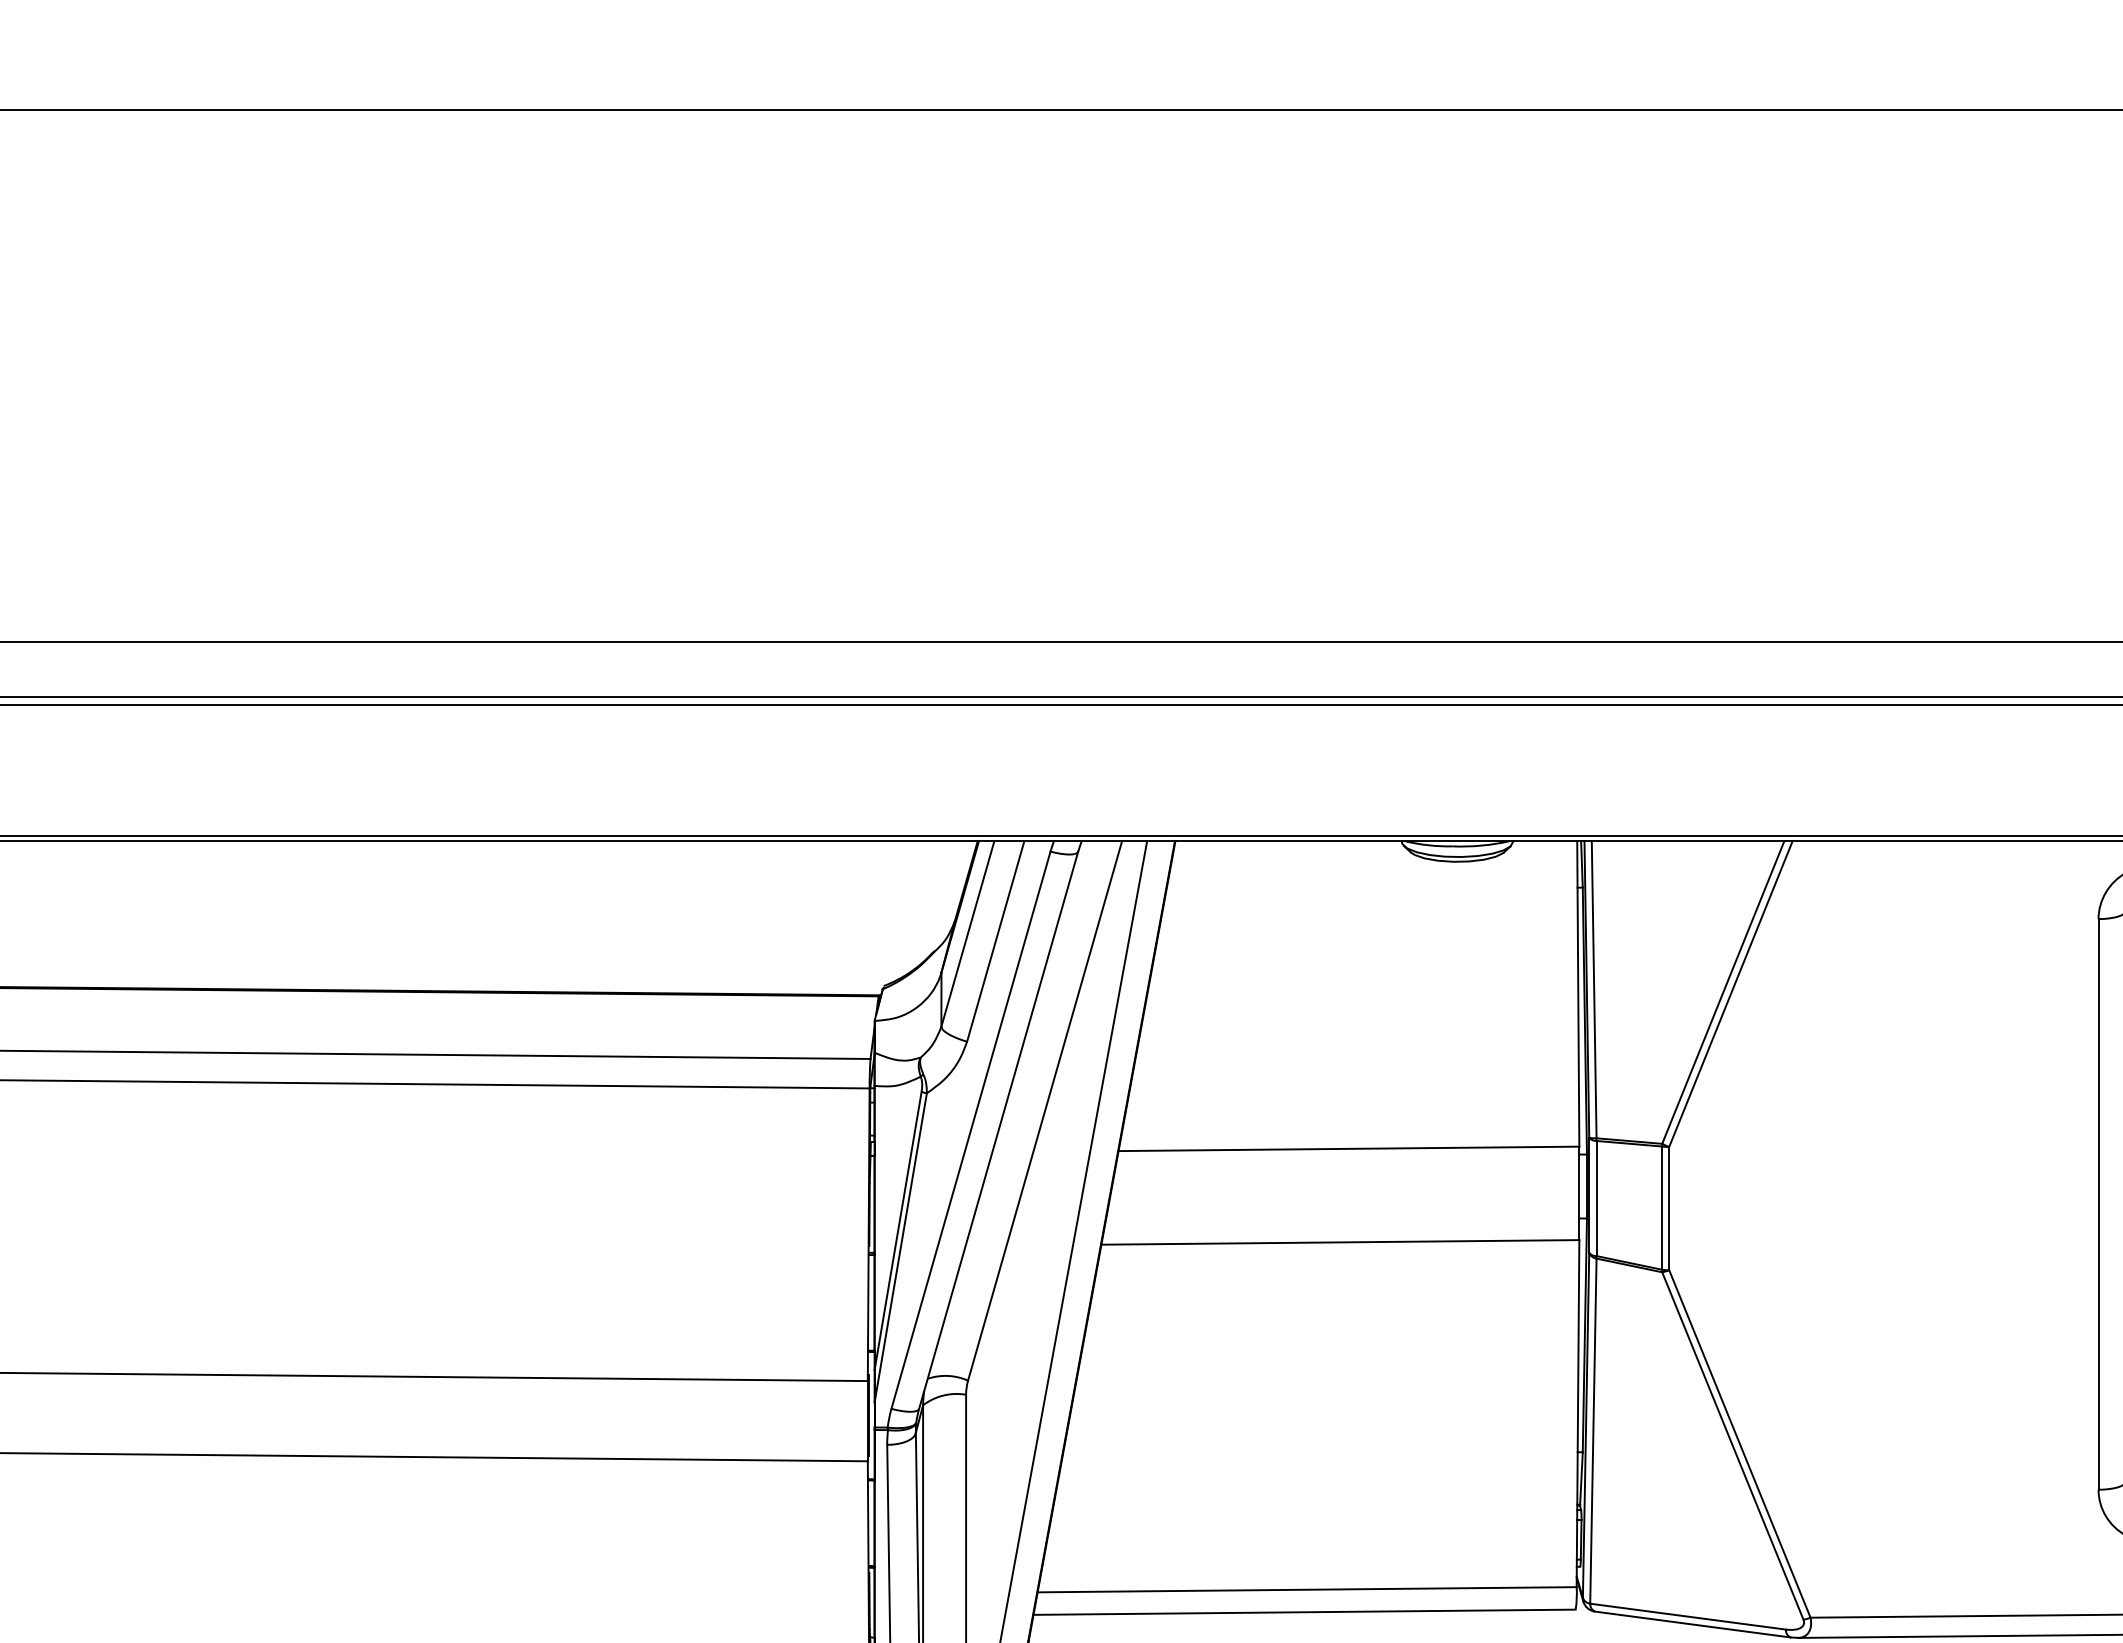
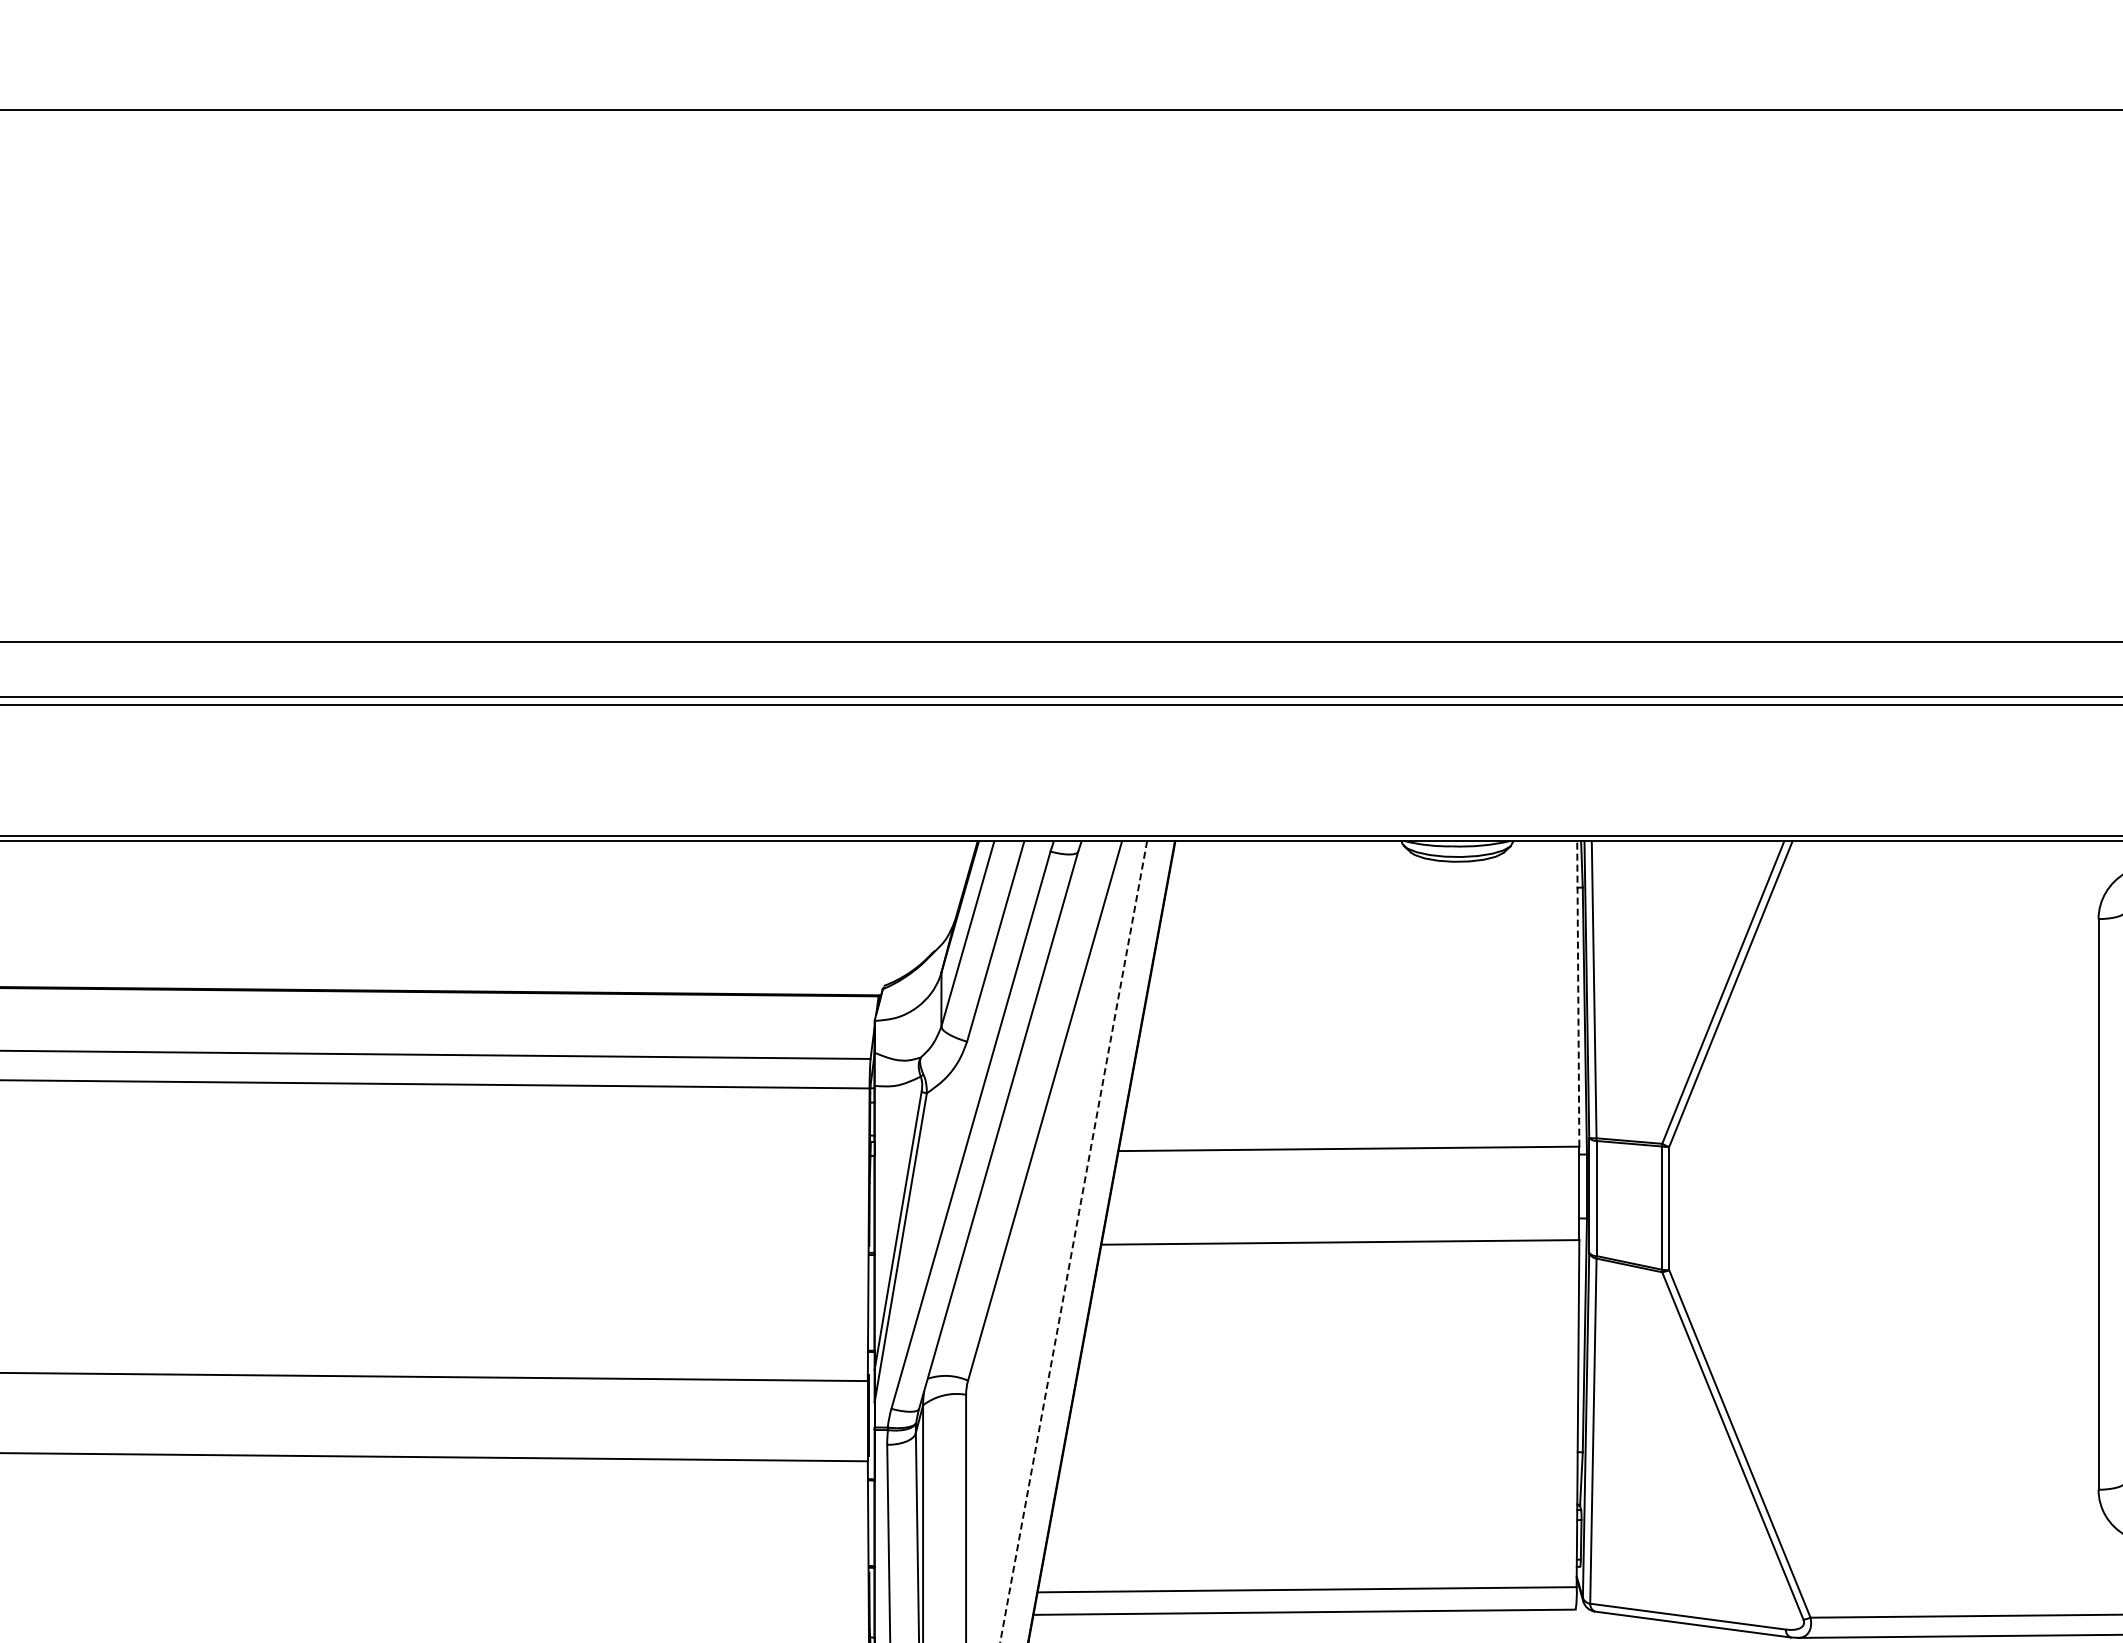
line at (1578, 993): solid -> dashed
line at (1073, 1241): solid -> dashed
